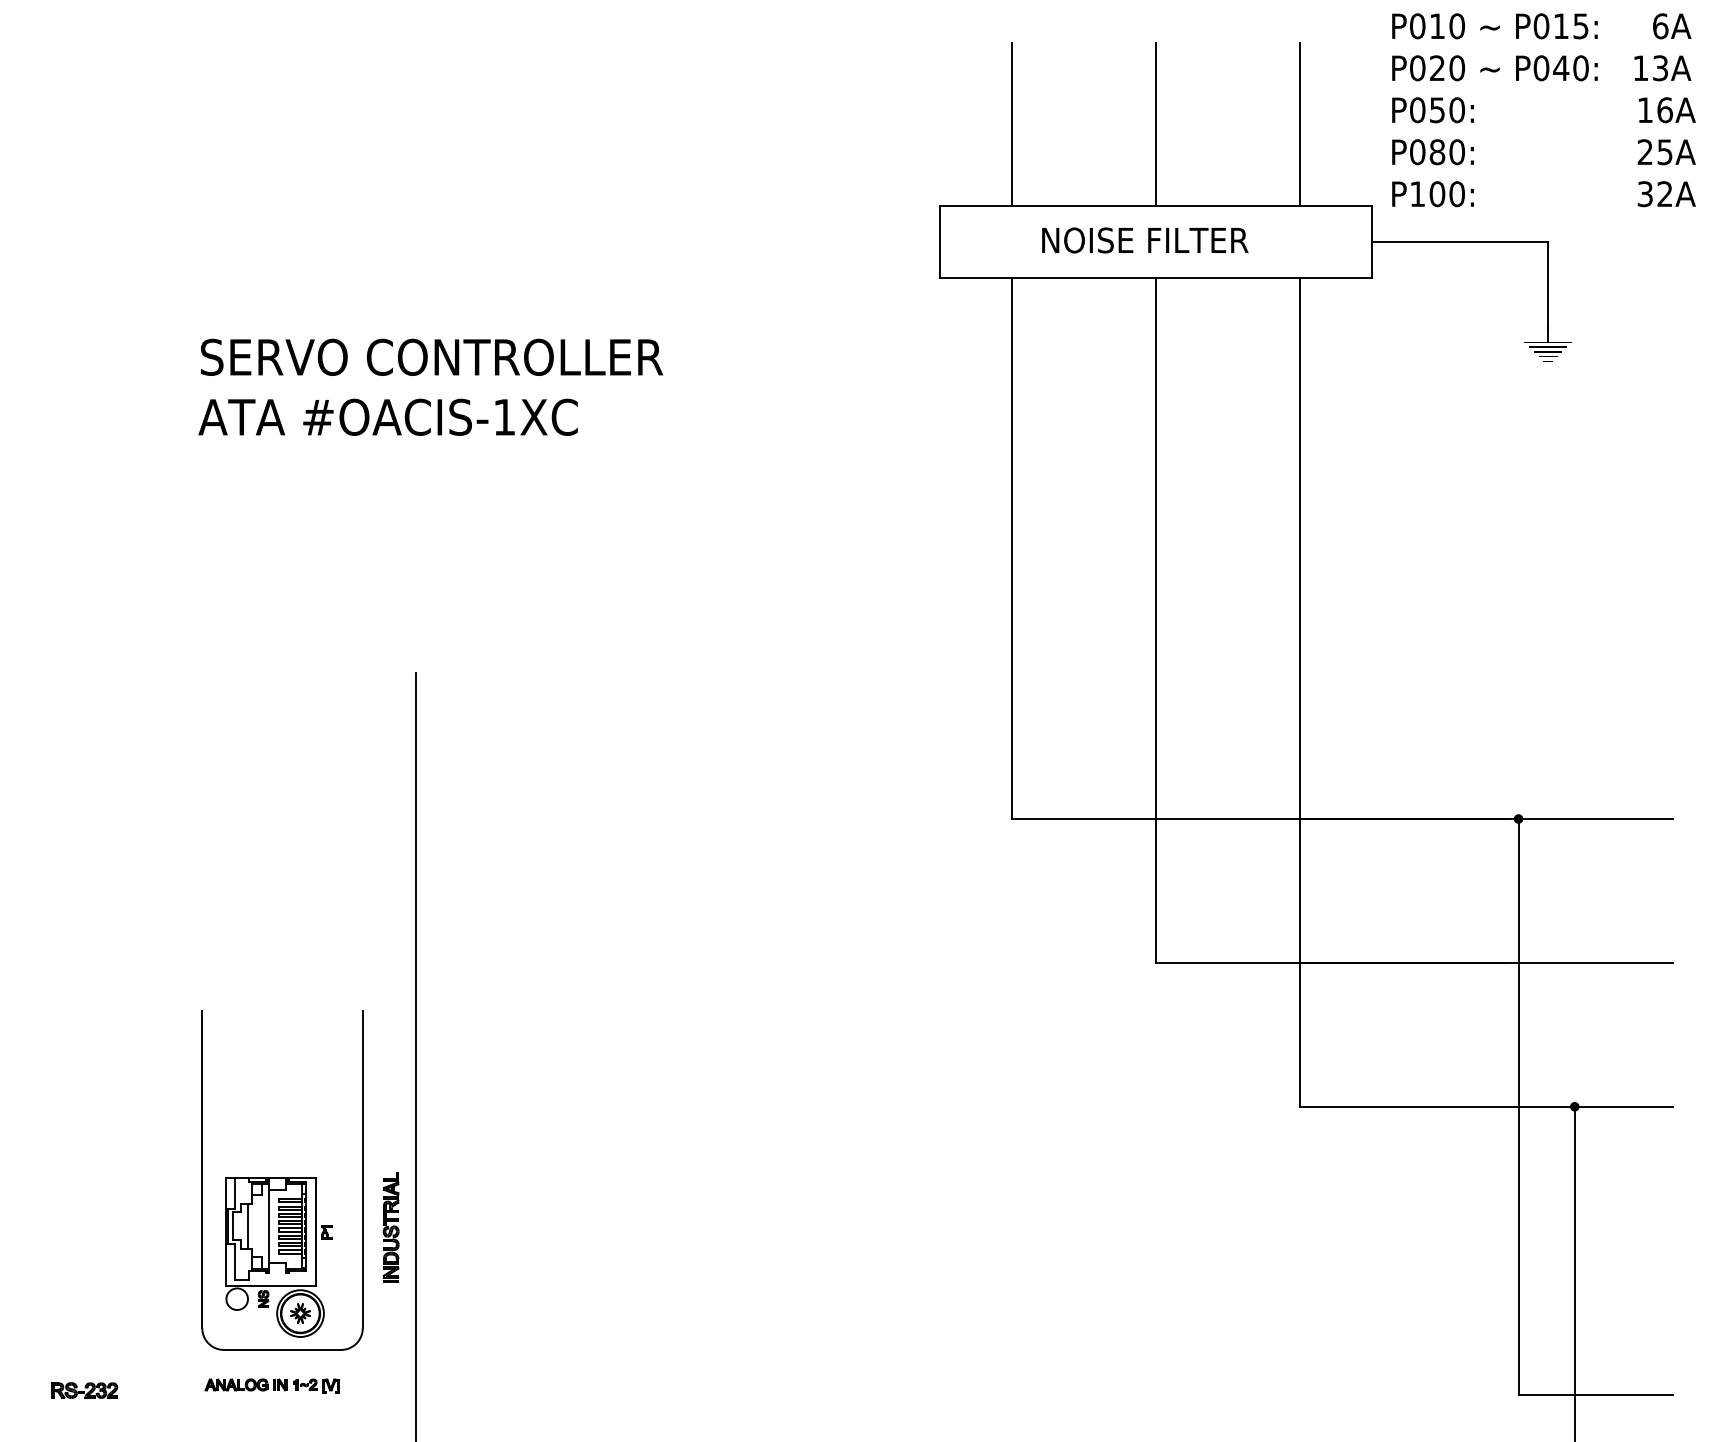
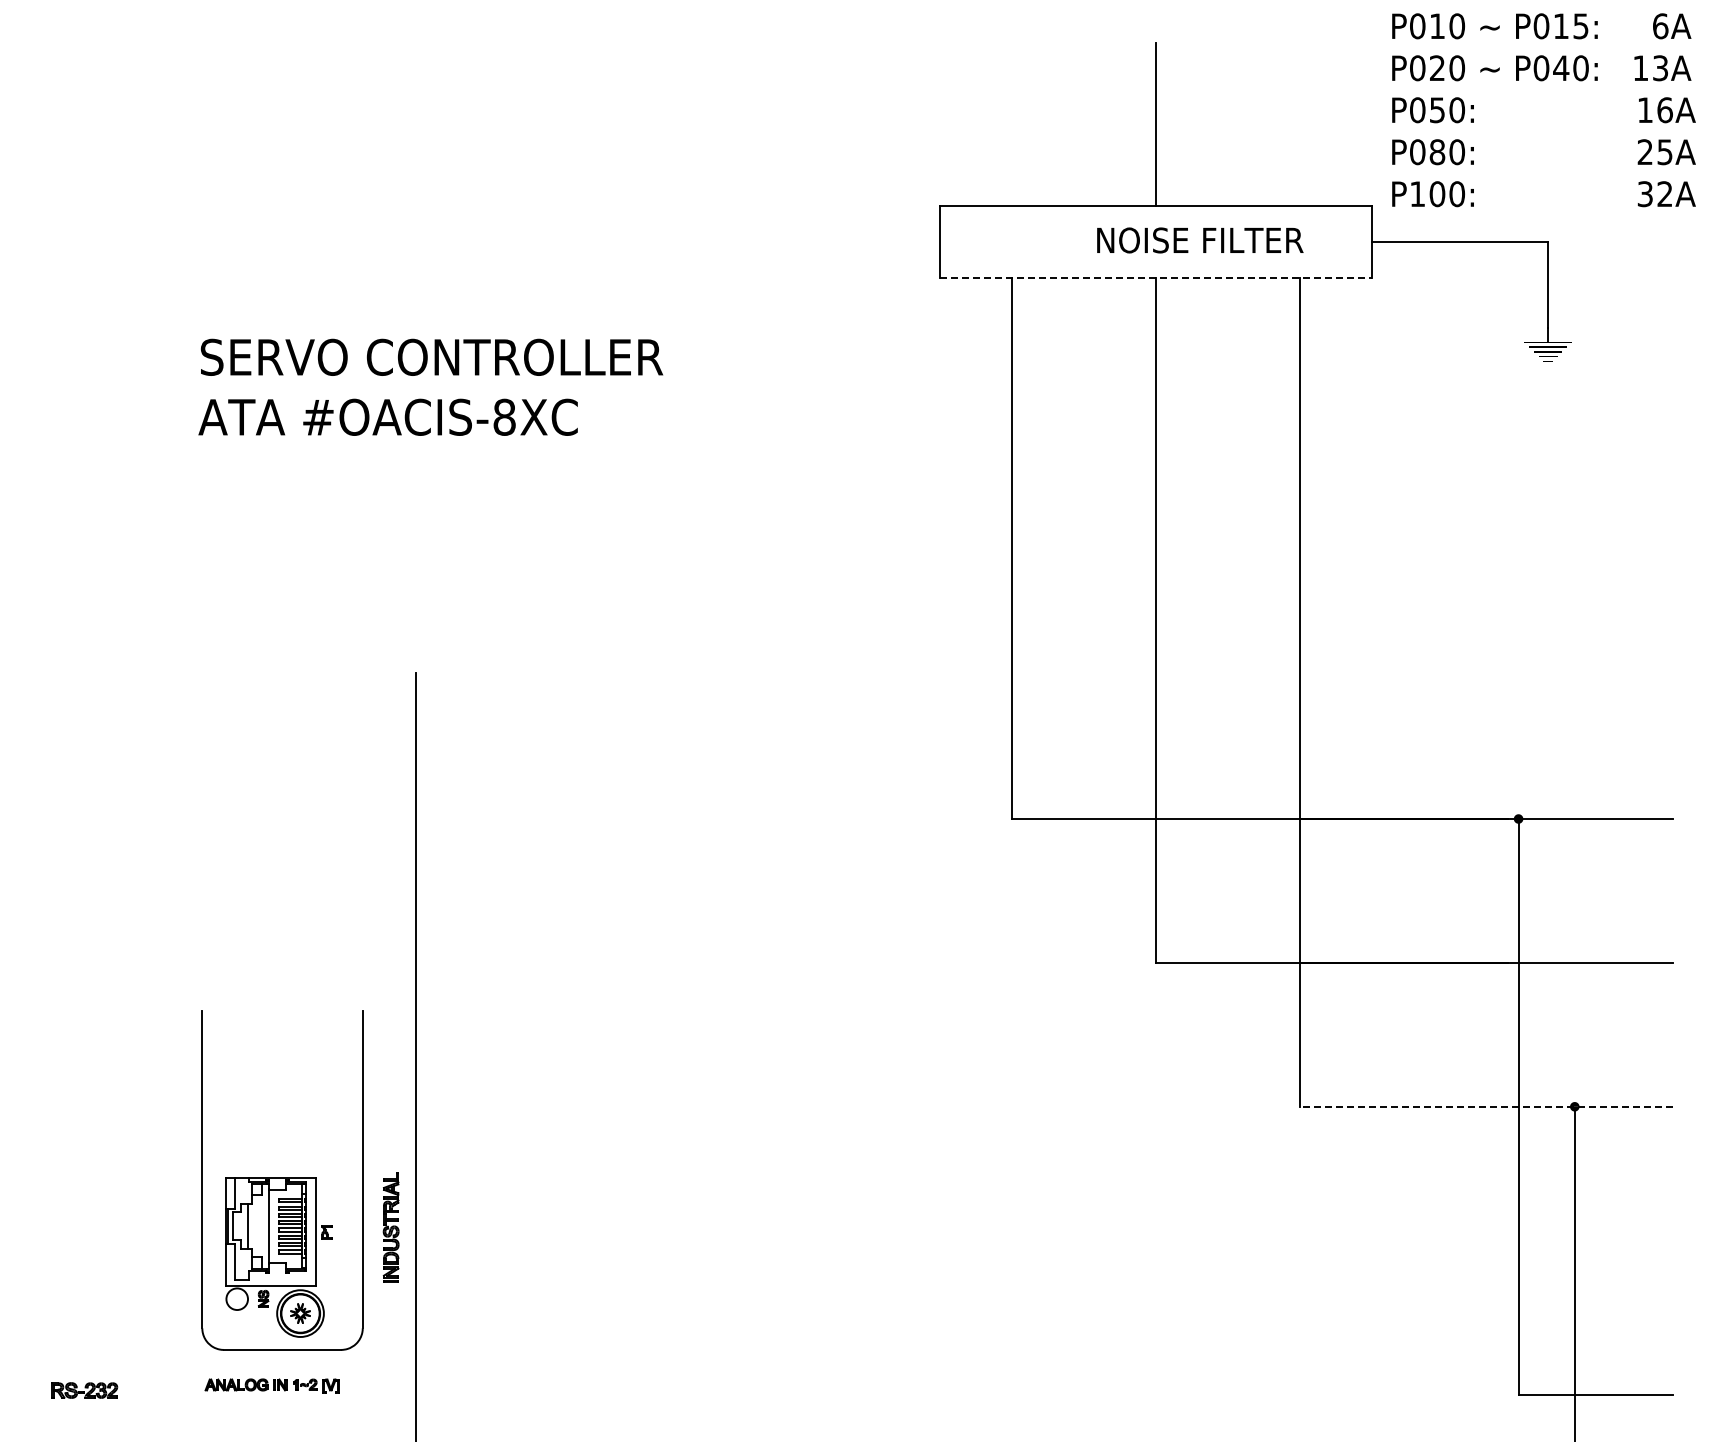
line at (1012, 124): present -> none
line at (1300, 124): present -> none
text at (1145, 240) position: (1145, 240) -> (1200, 240)
line at (1156, 277): solid -> dashed
text at (504, 416): #OACIS-1XC -> #OACIS-8XC
line at (1486, 1106): solid -> dashed
